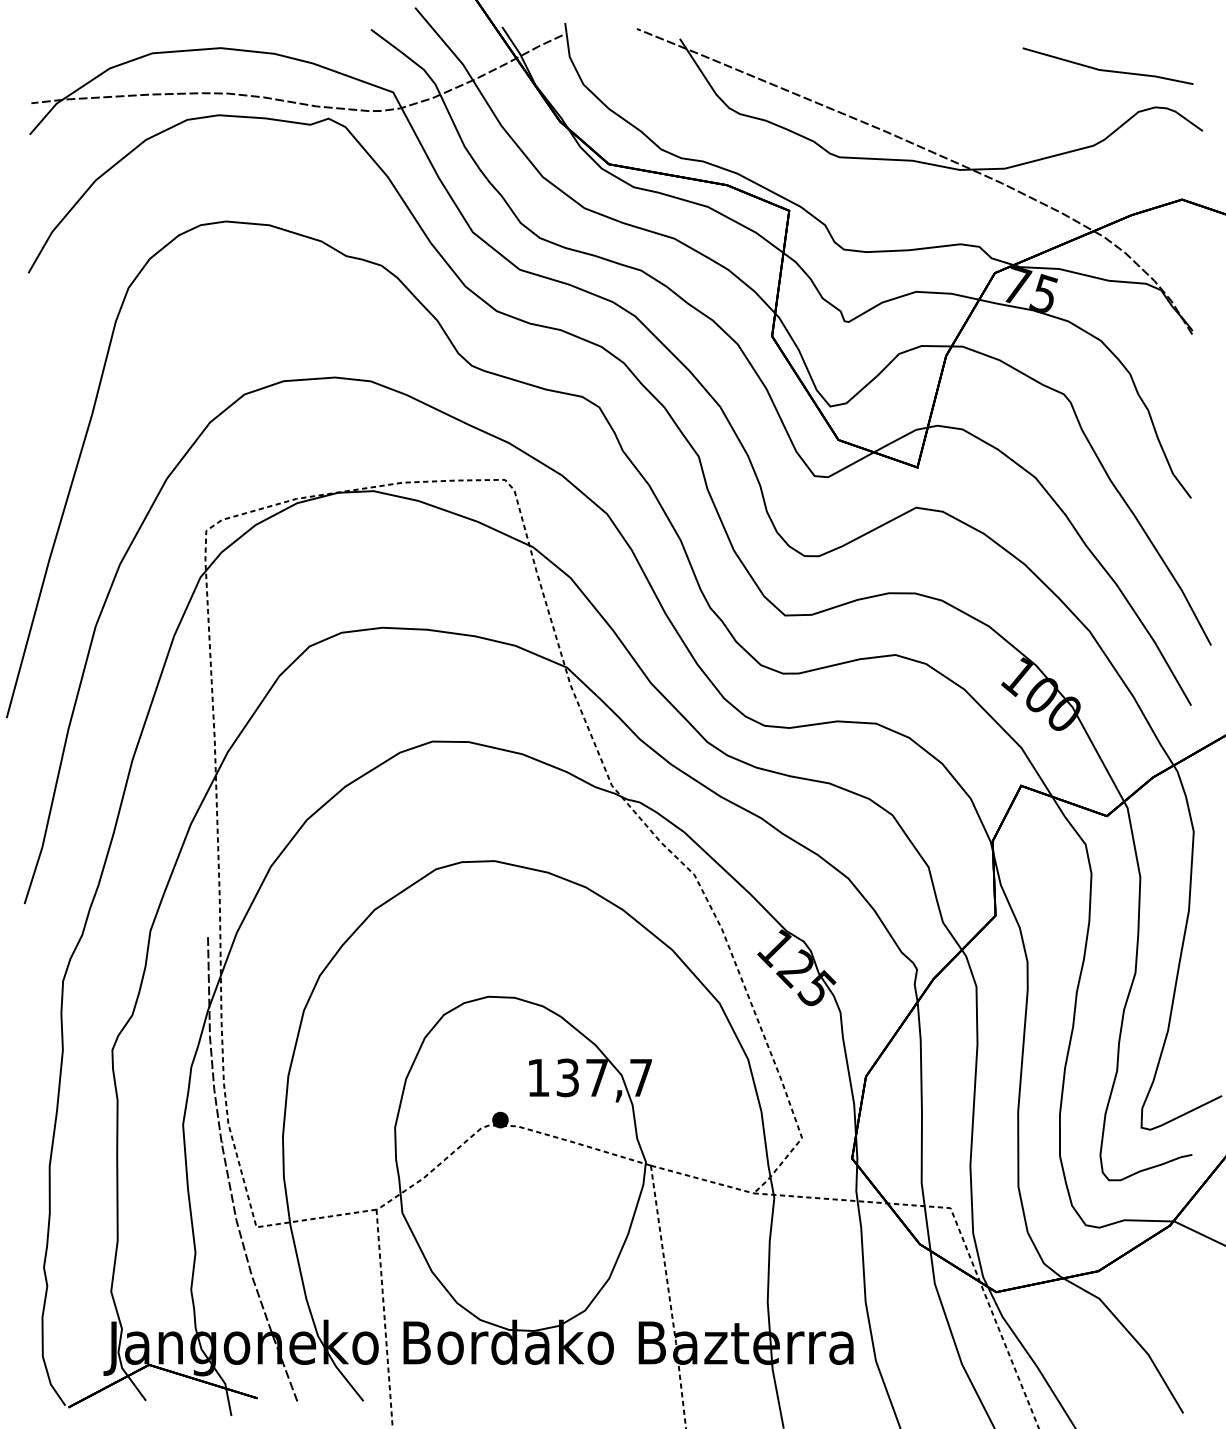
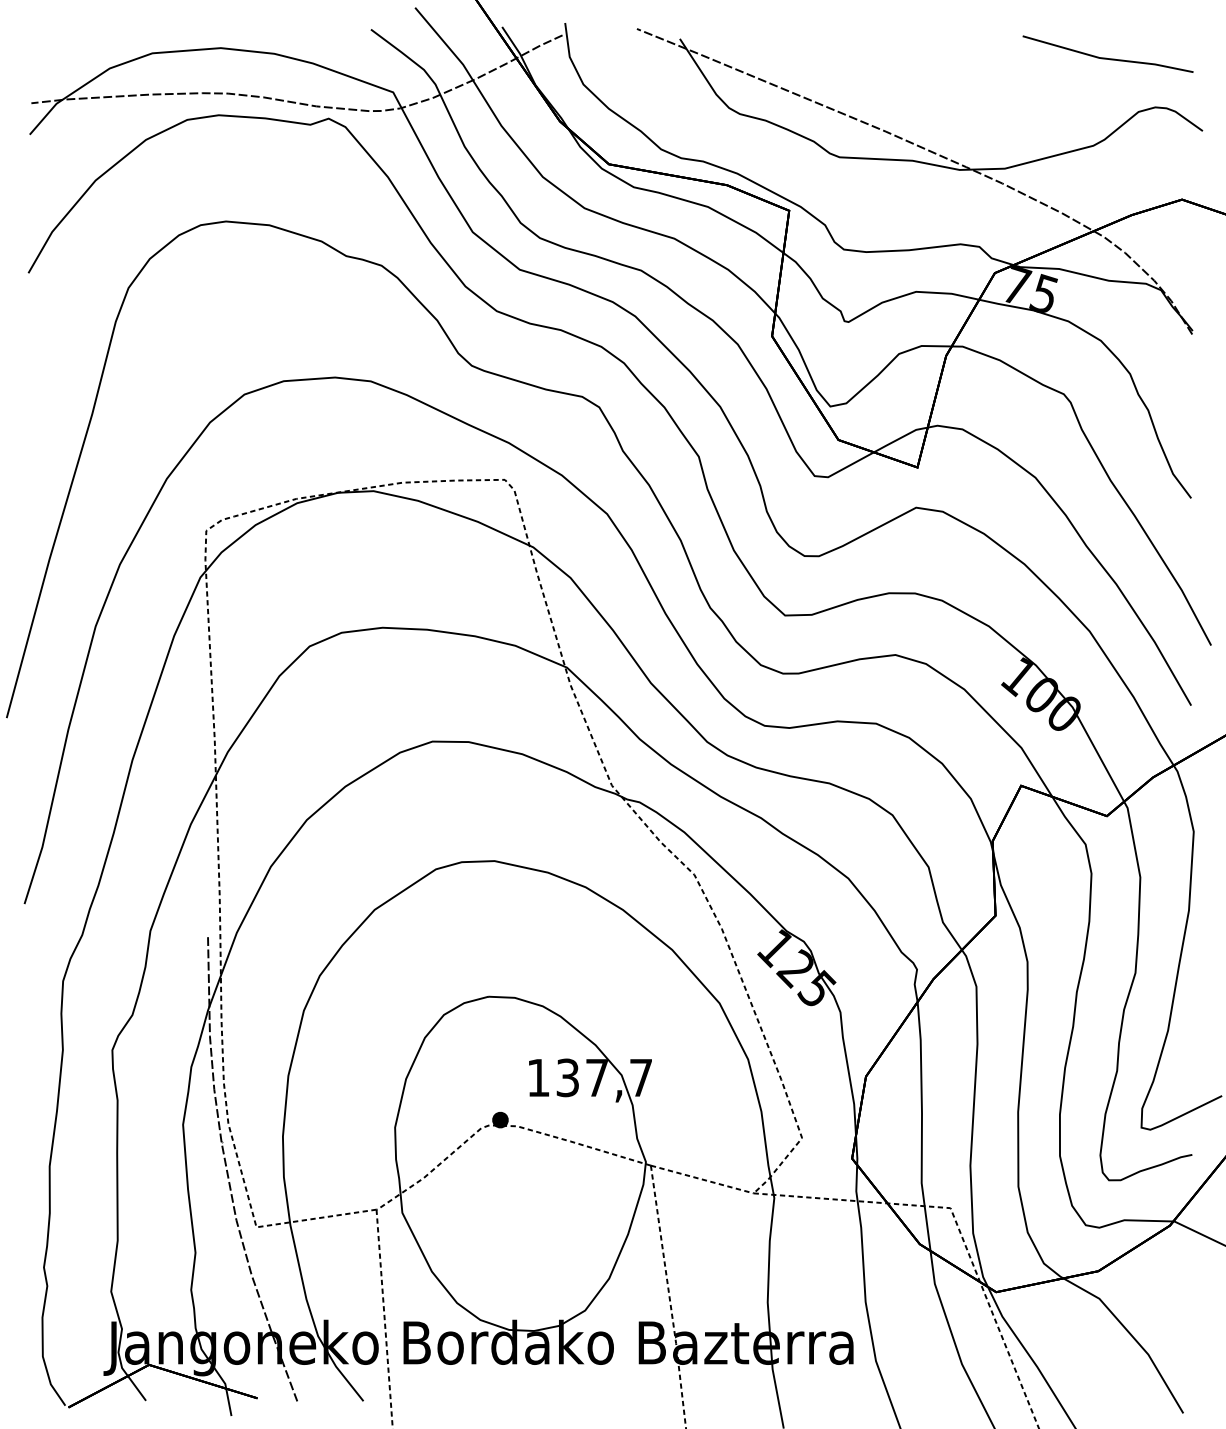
line at (1106, 69) position: (1106, 69) -> (1106, 57)
